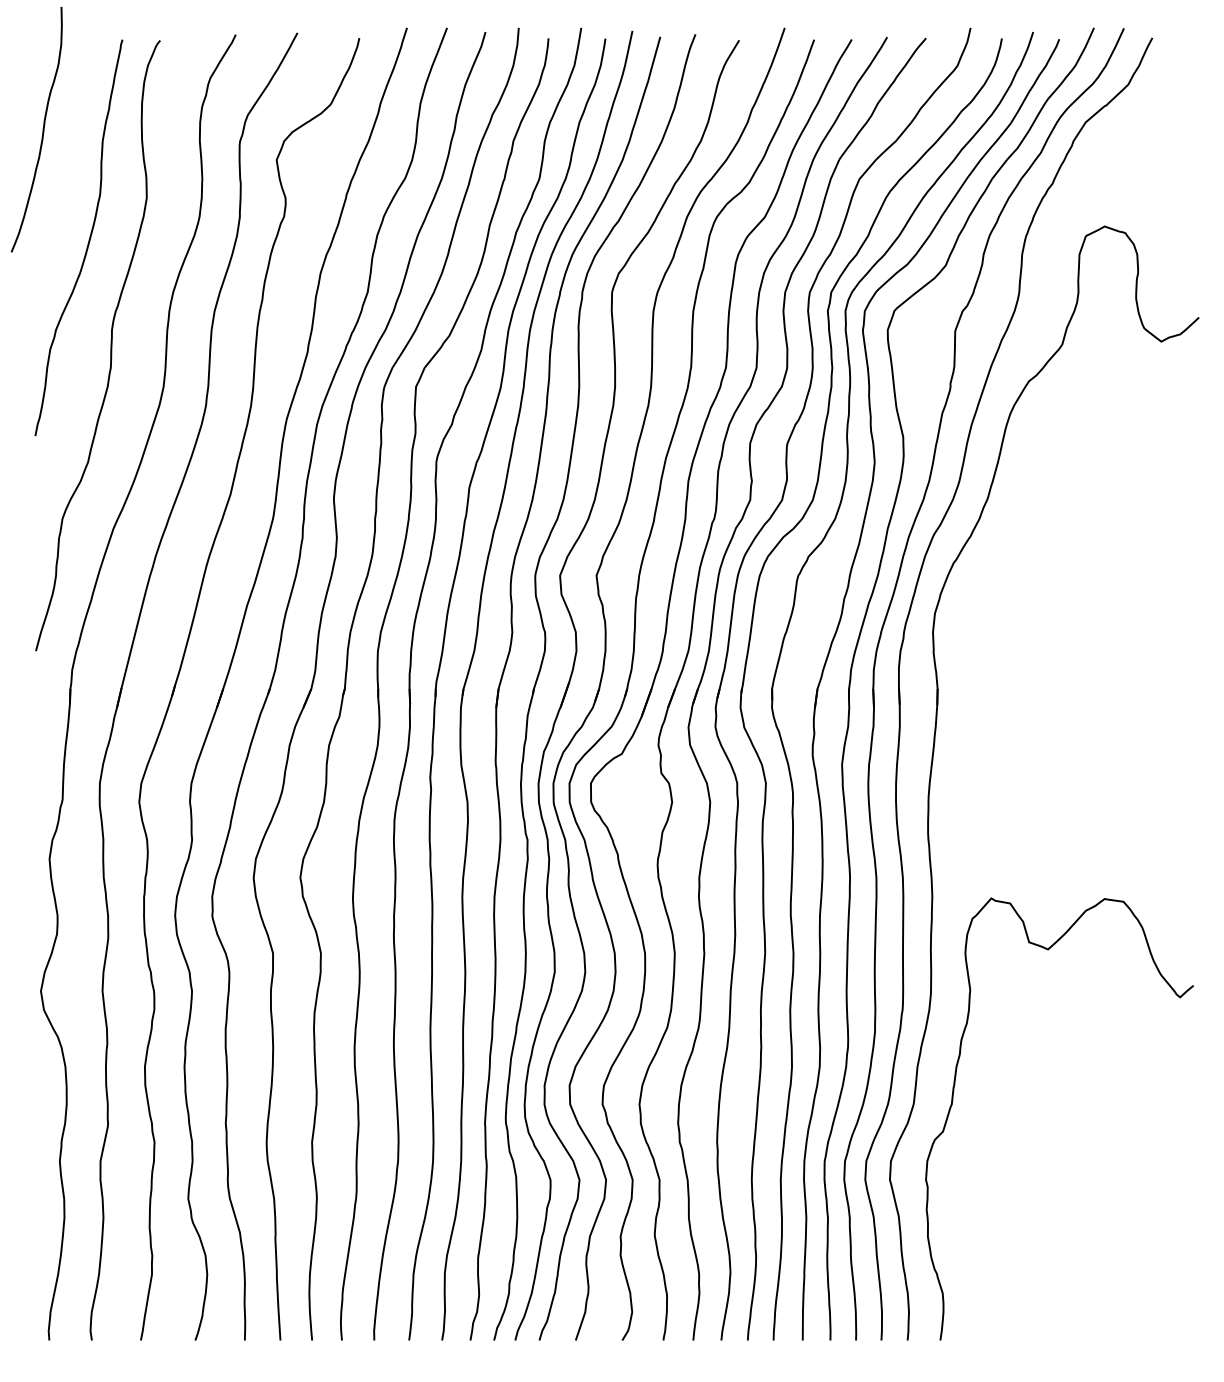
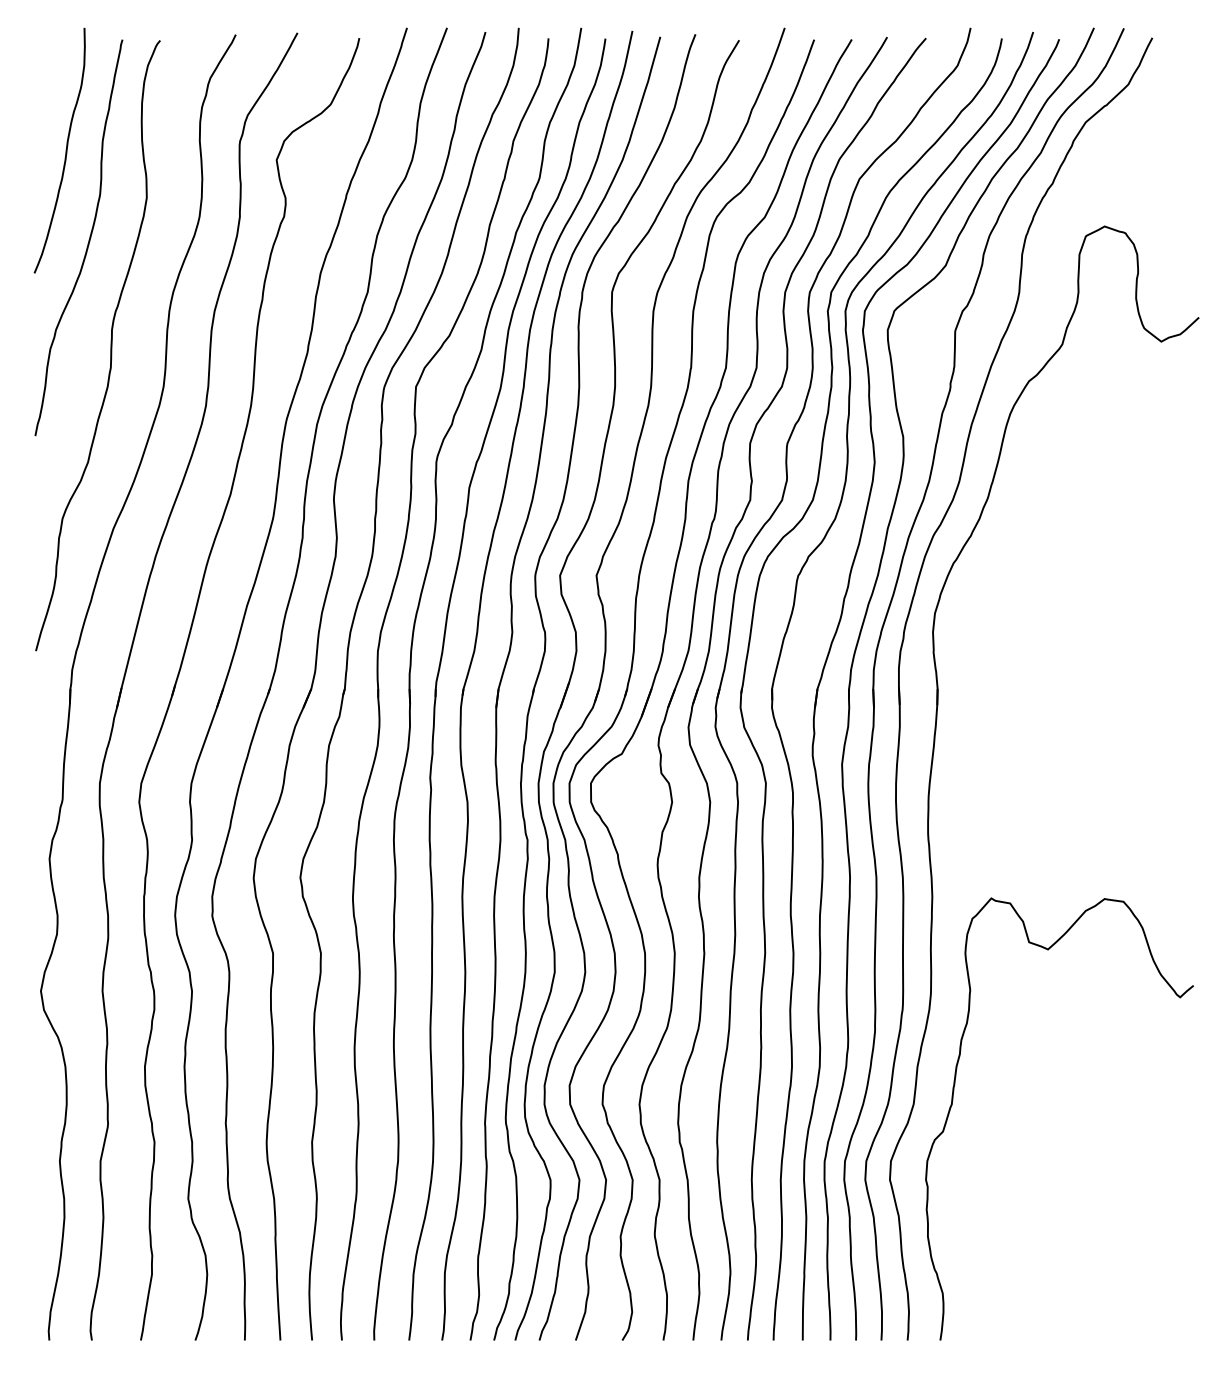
curve at (42, 129) position: (42, 129) -> (65, 150)
